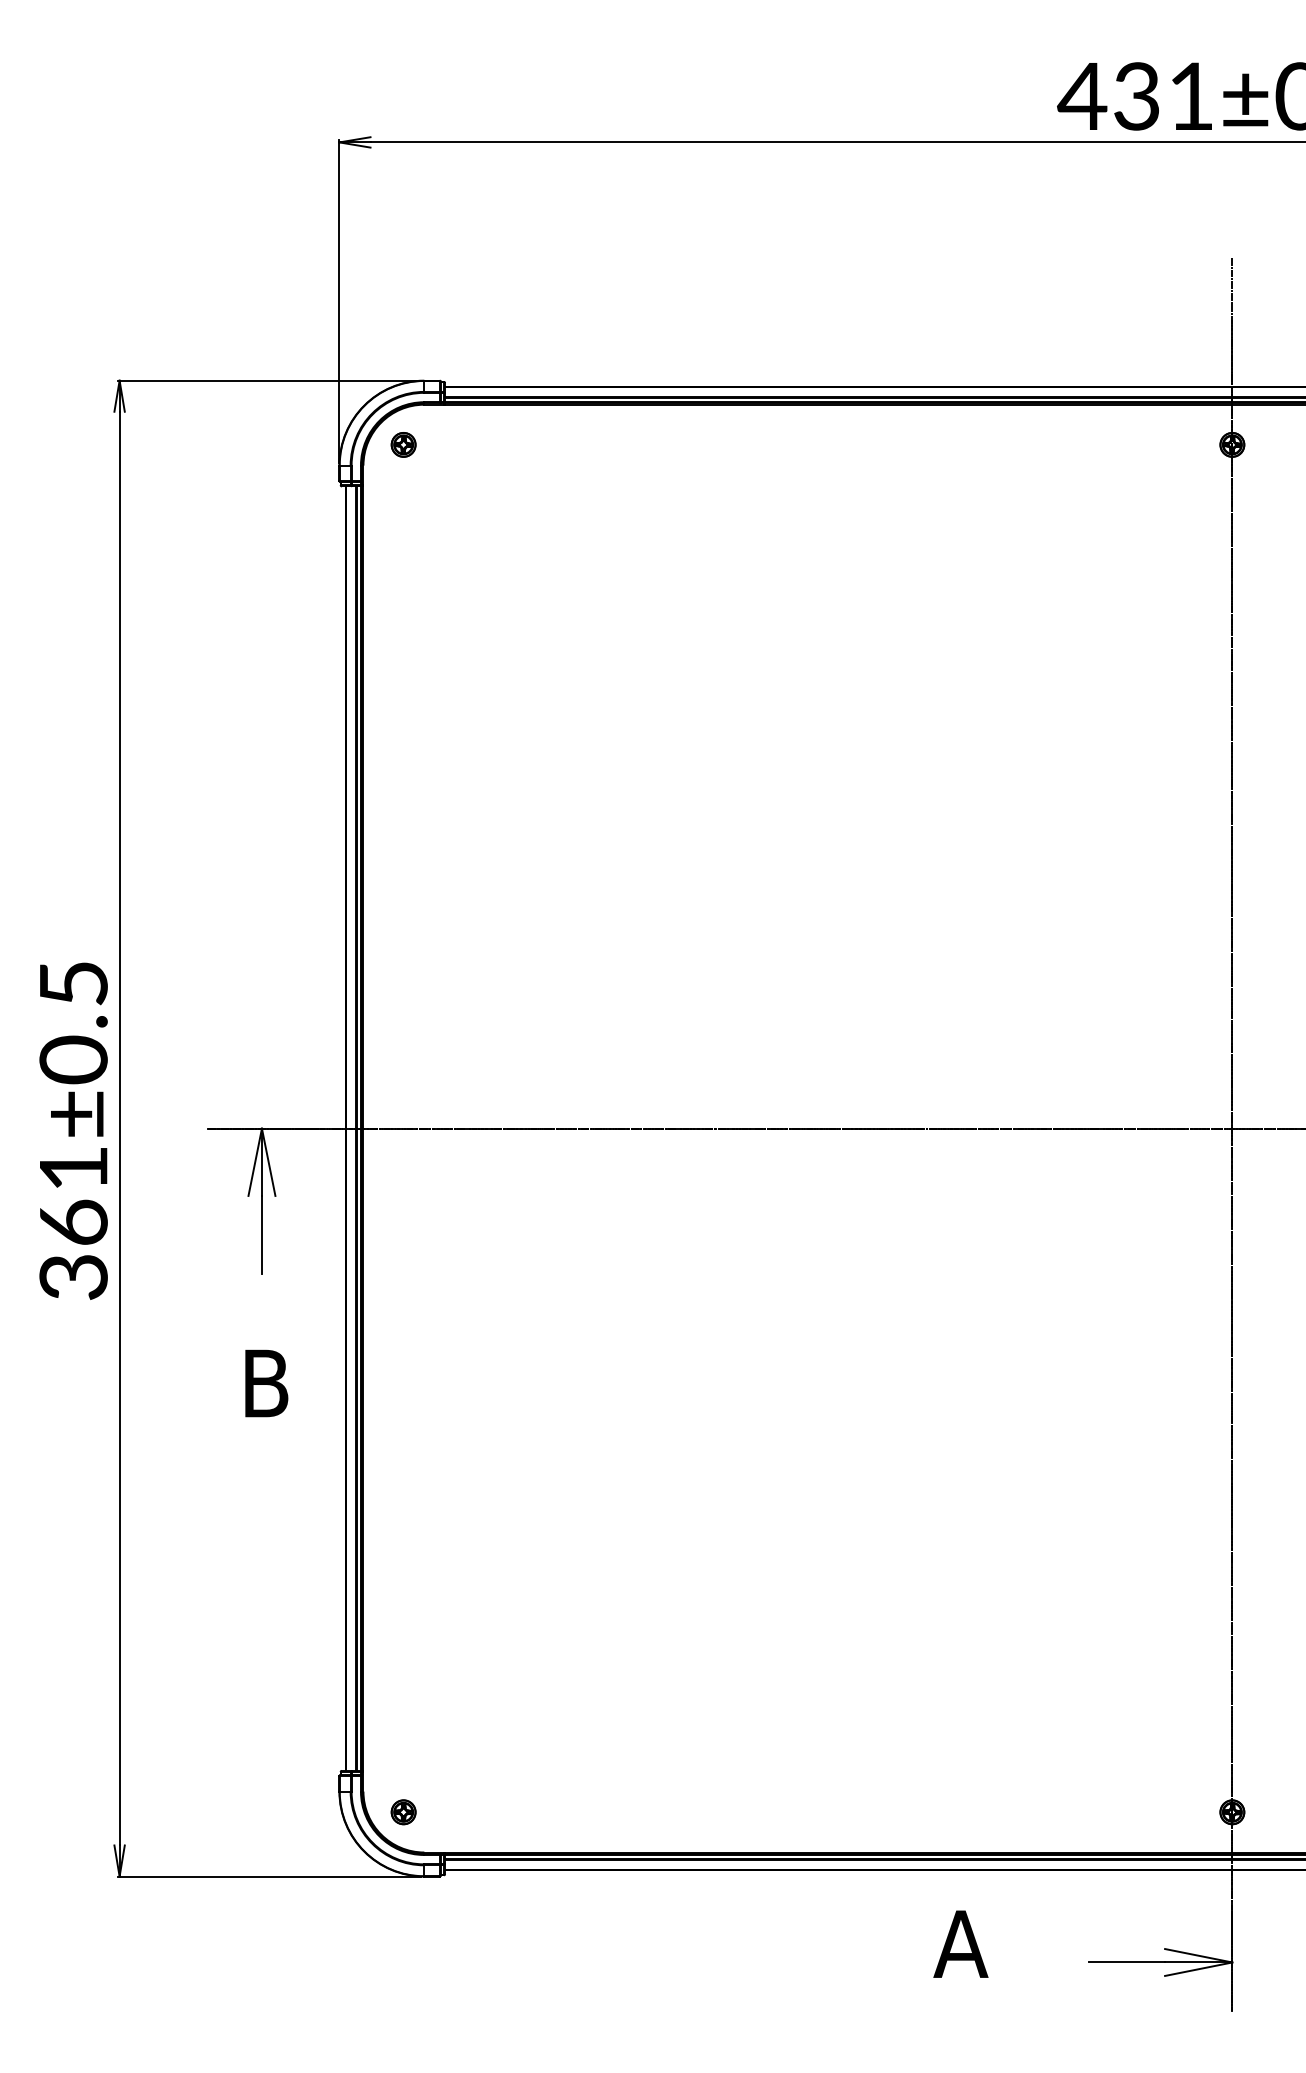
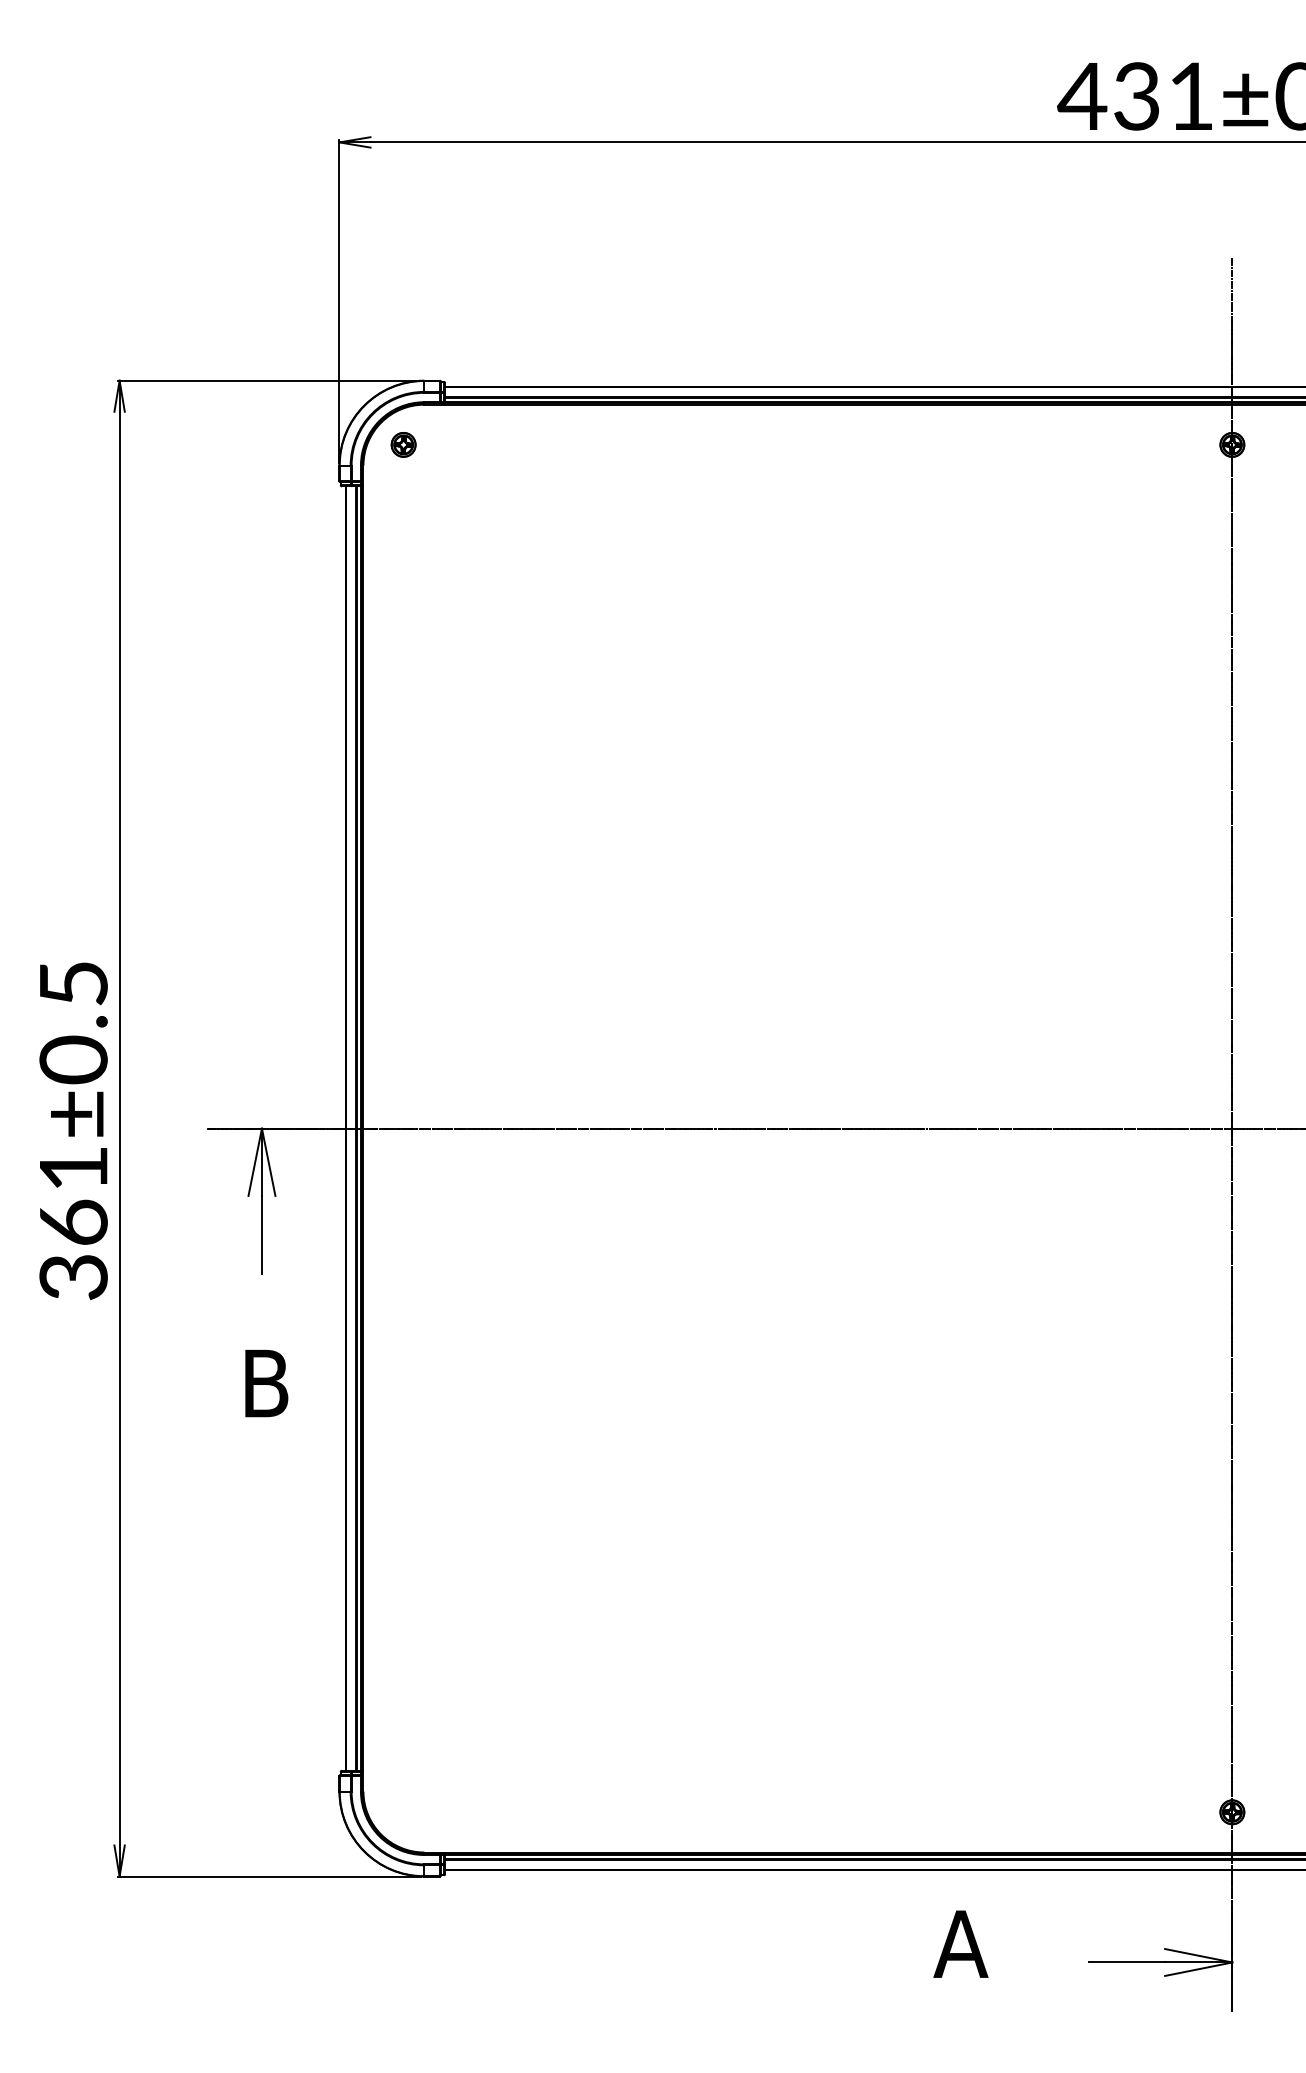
part at (403, 1812): present -> none
